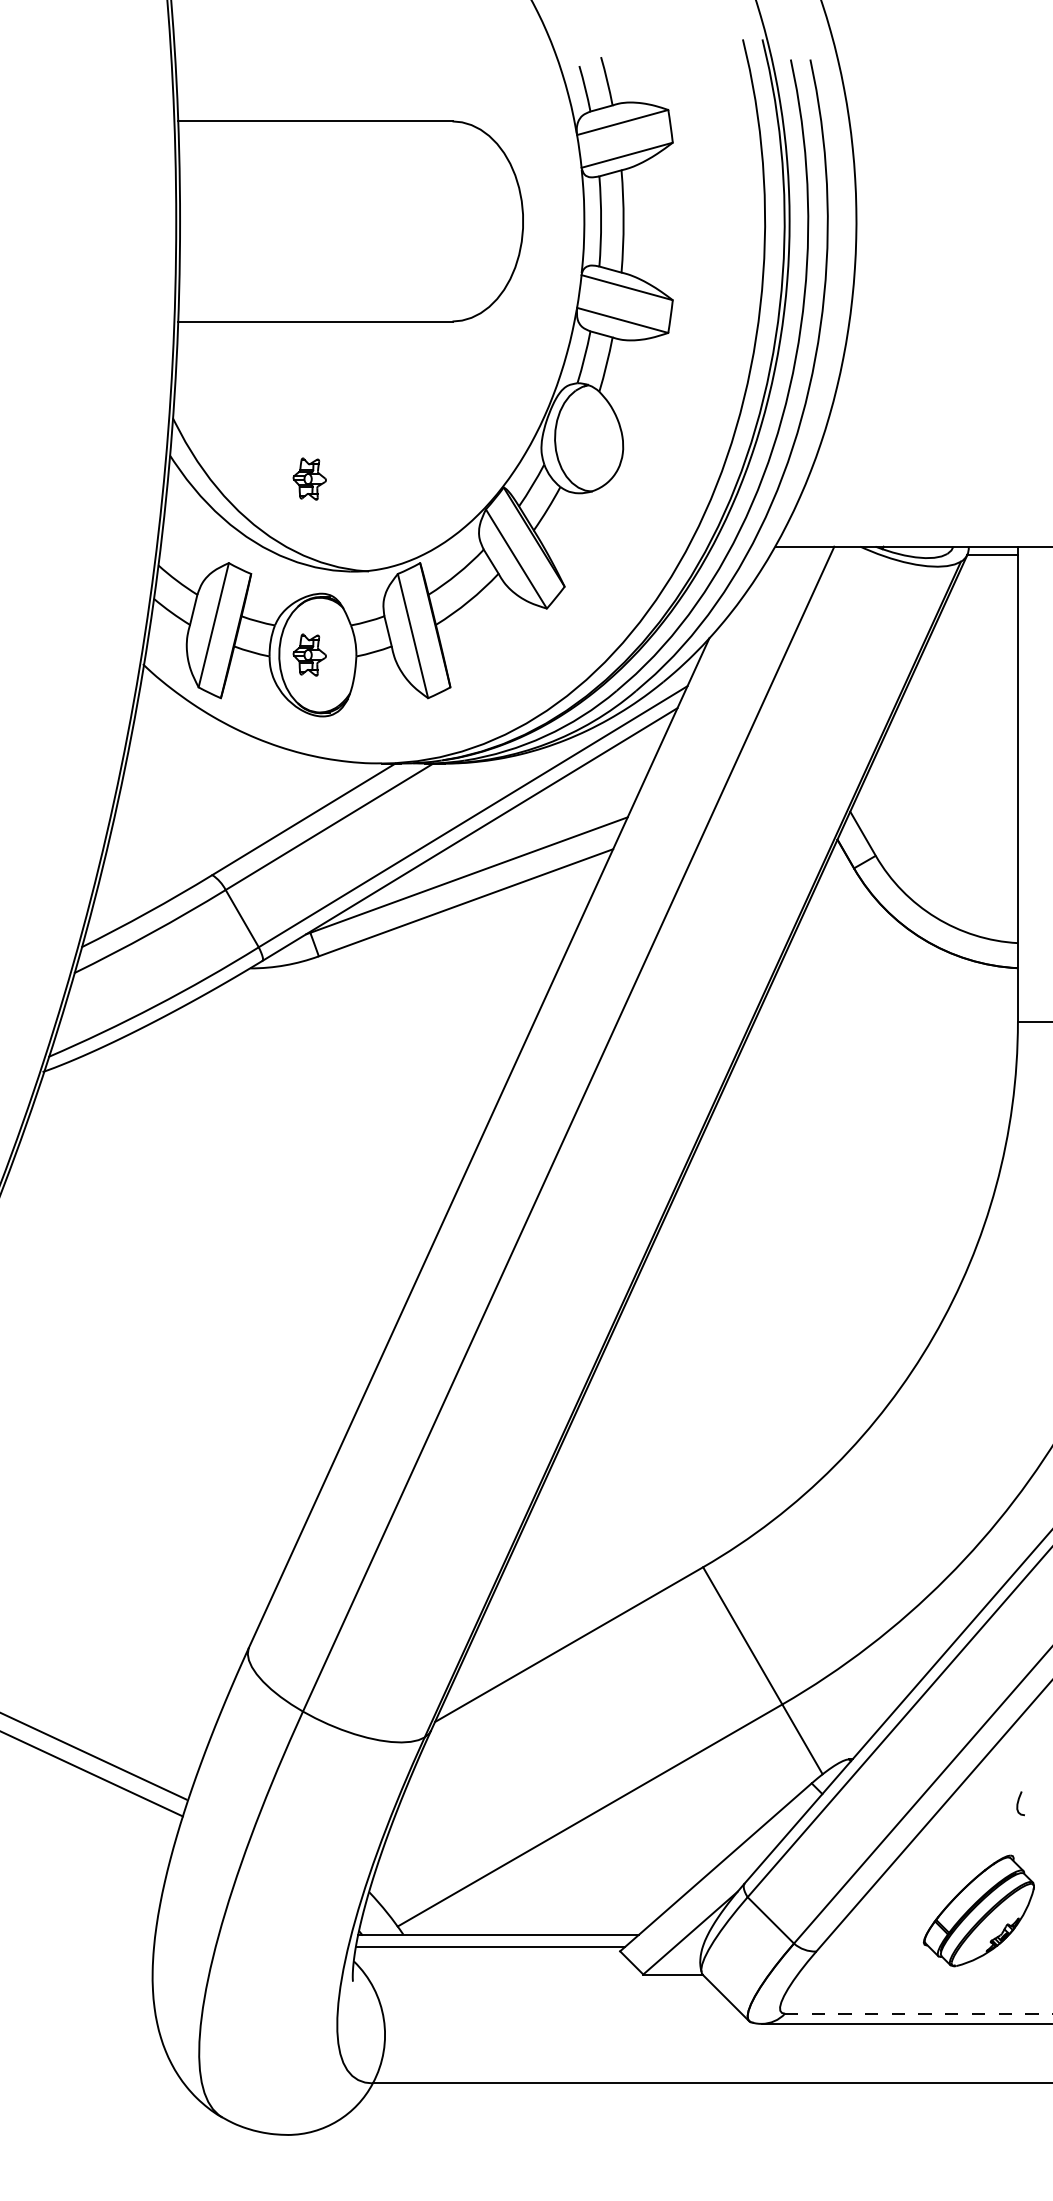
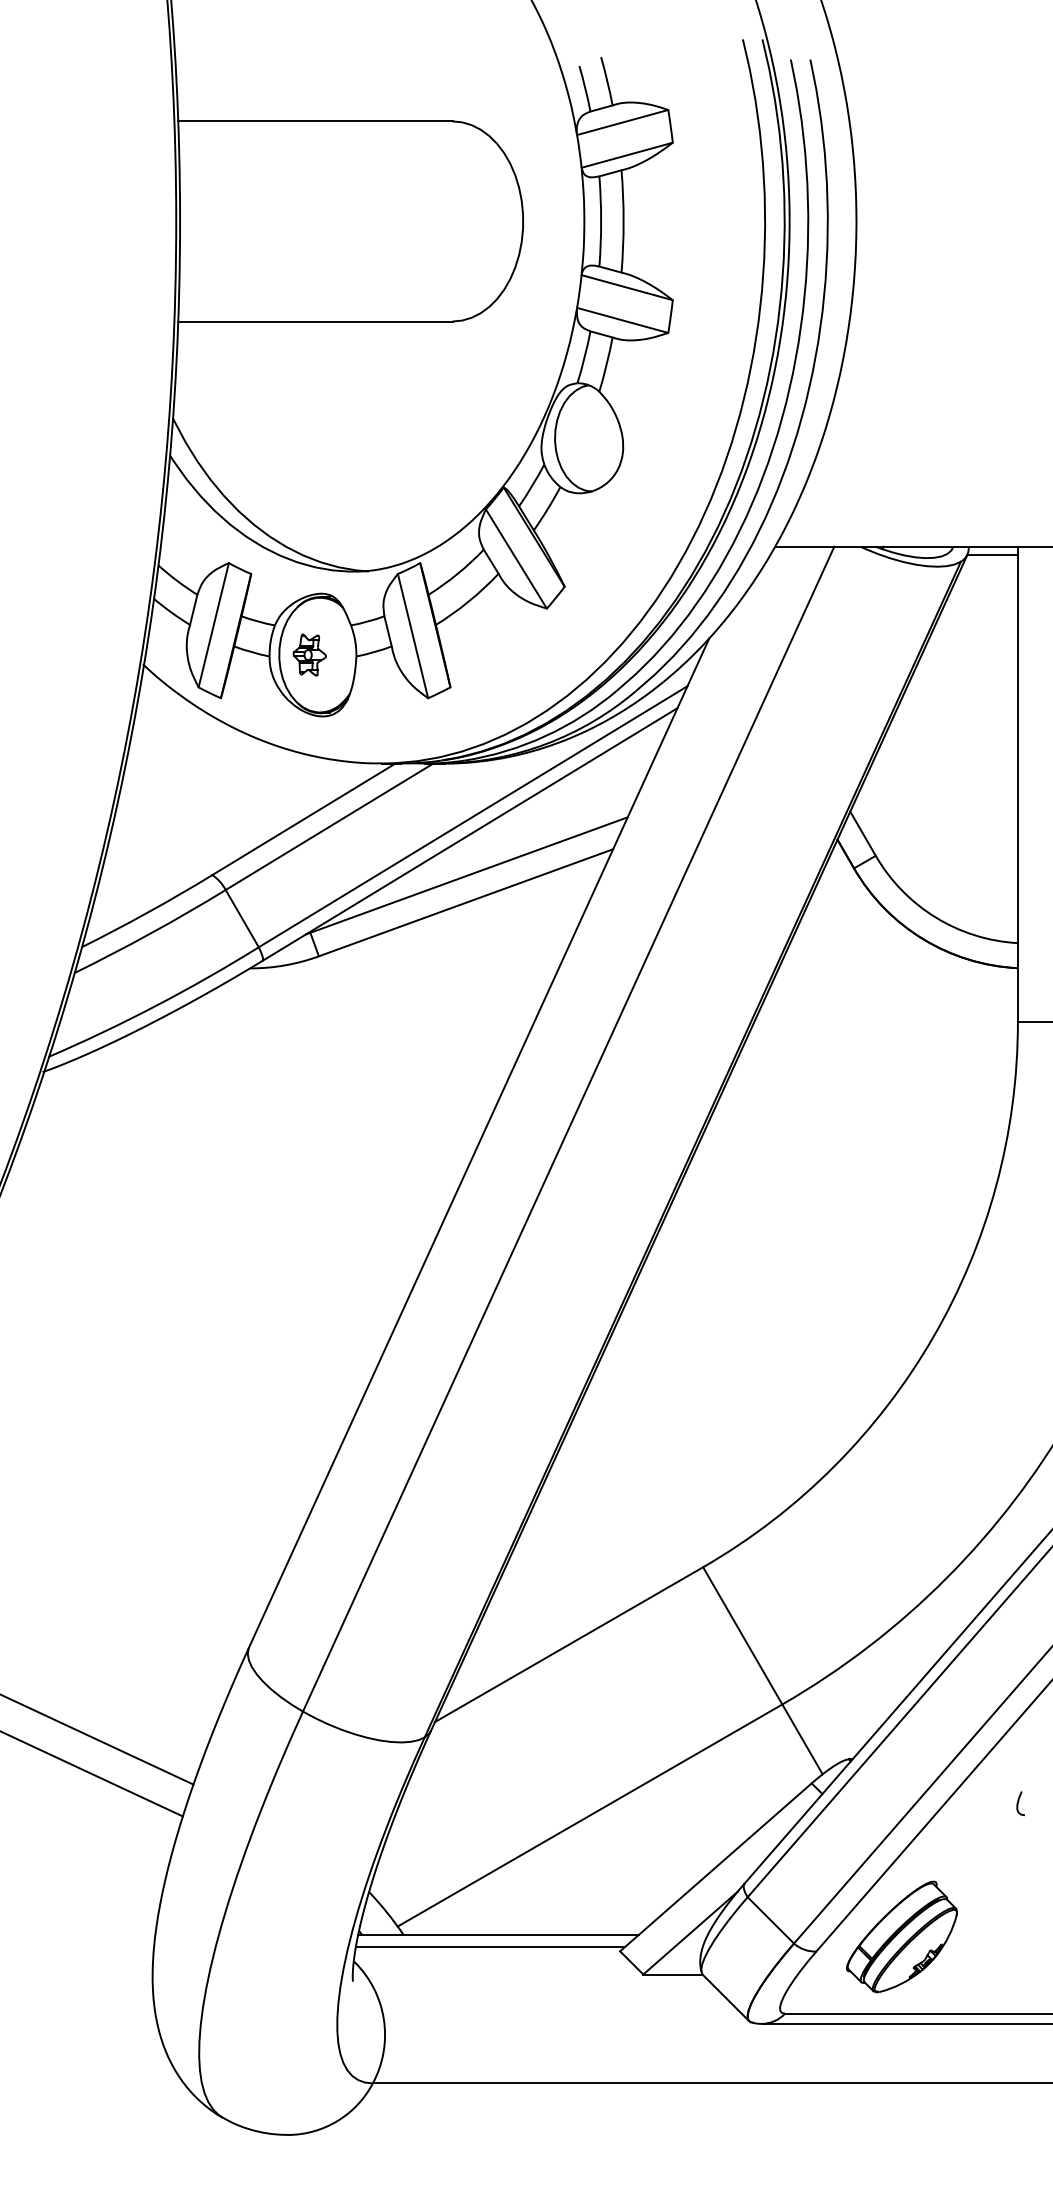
part at (309, 478): present -> none
line at (94, 1756) position: (94, 1756) -> (97, 1739)
part at (978, 1910) position: (978, 1910) -> (901, 1936)
line at (918, 2013): dashed -> solid
